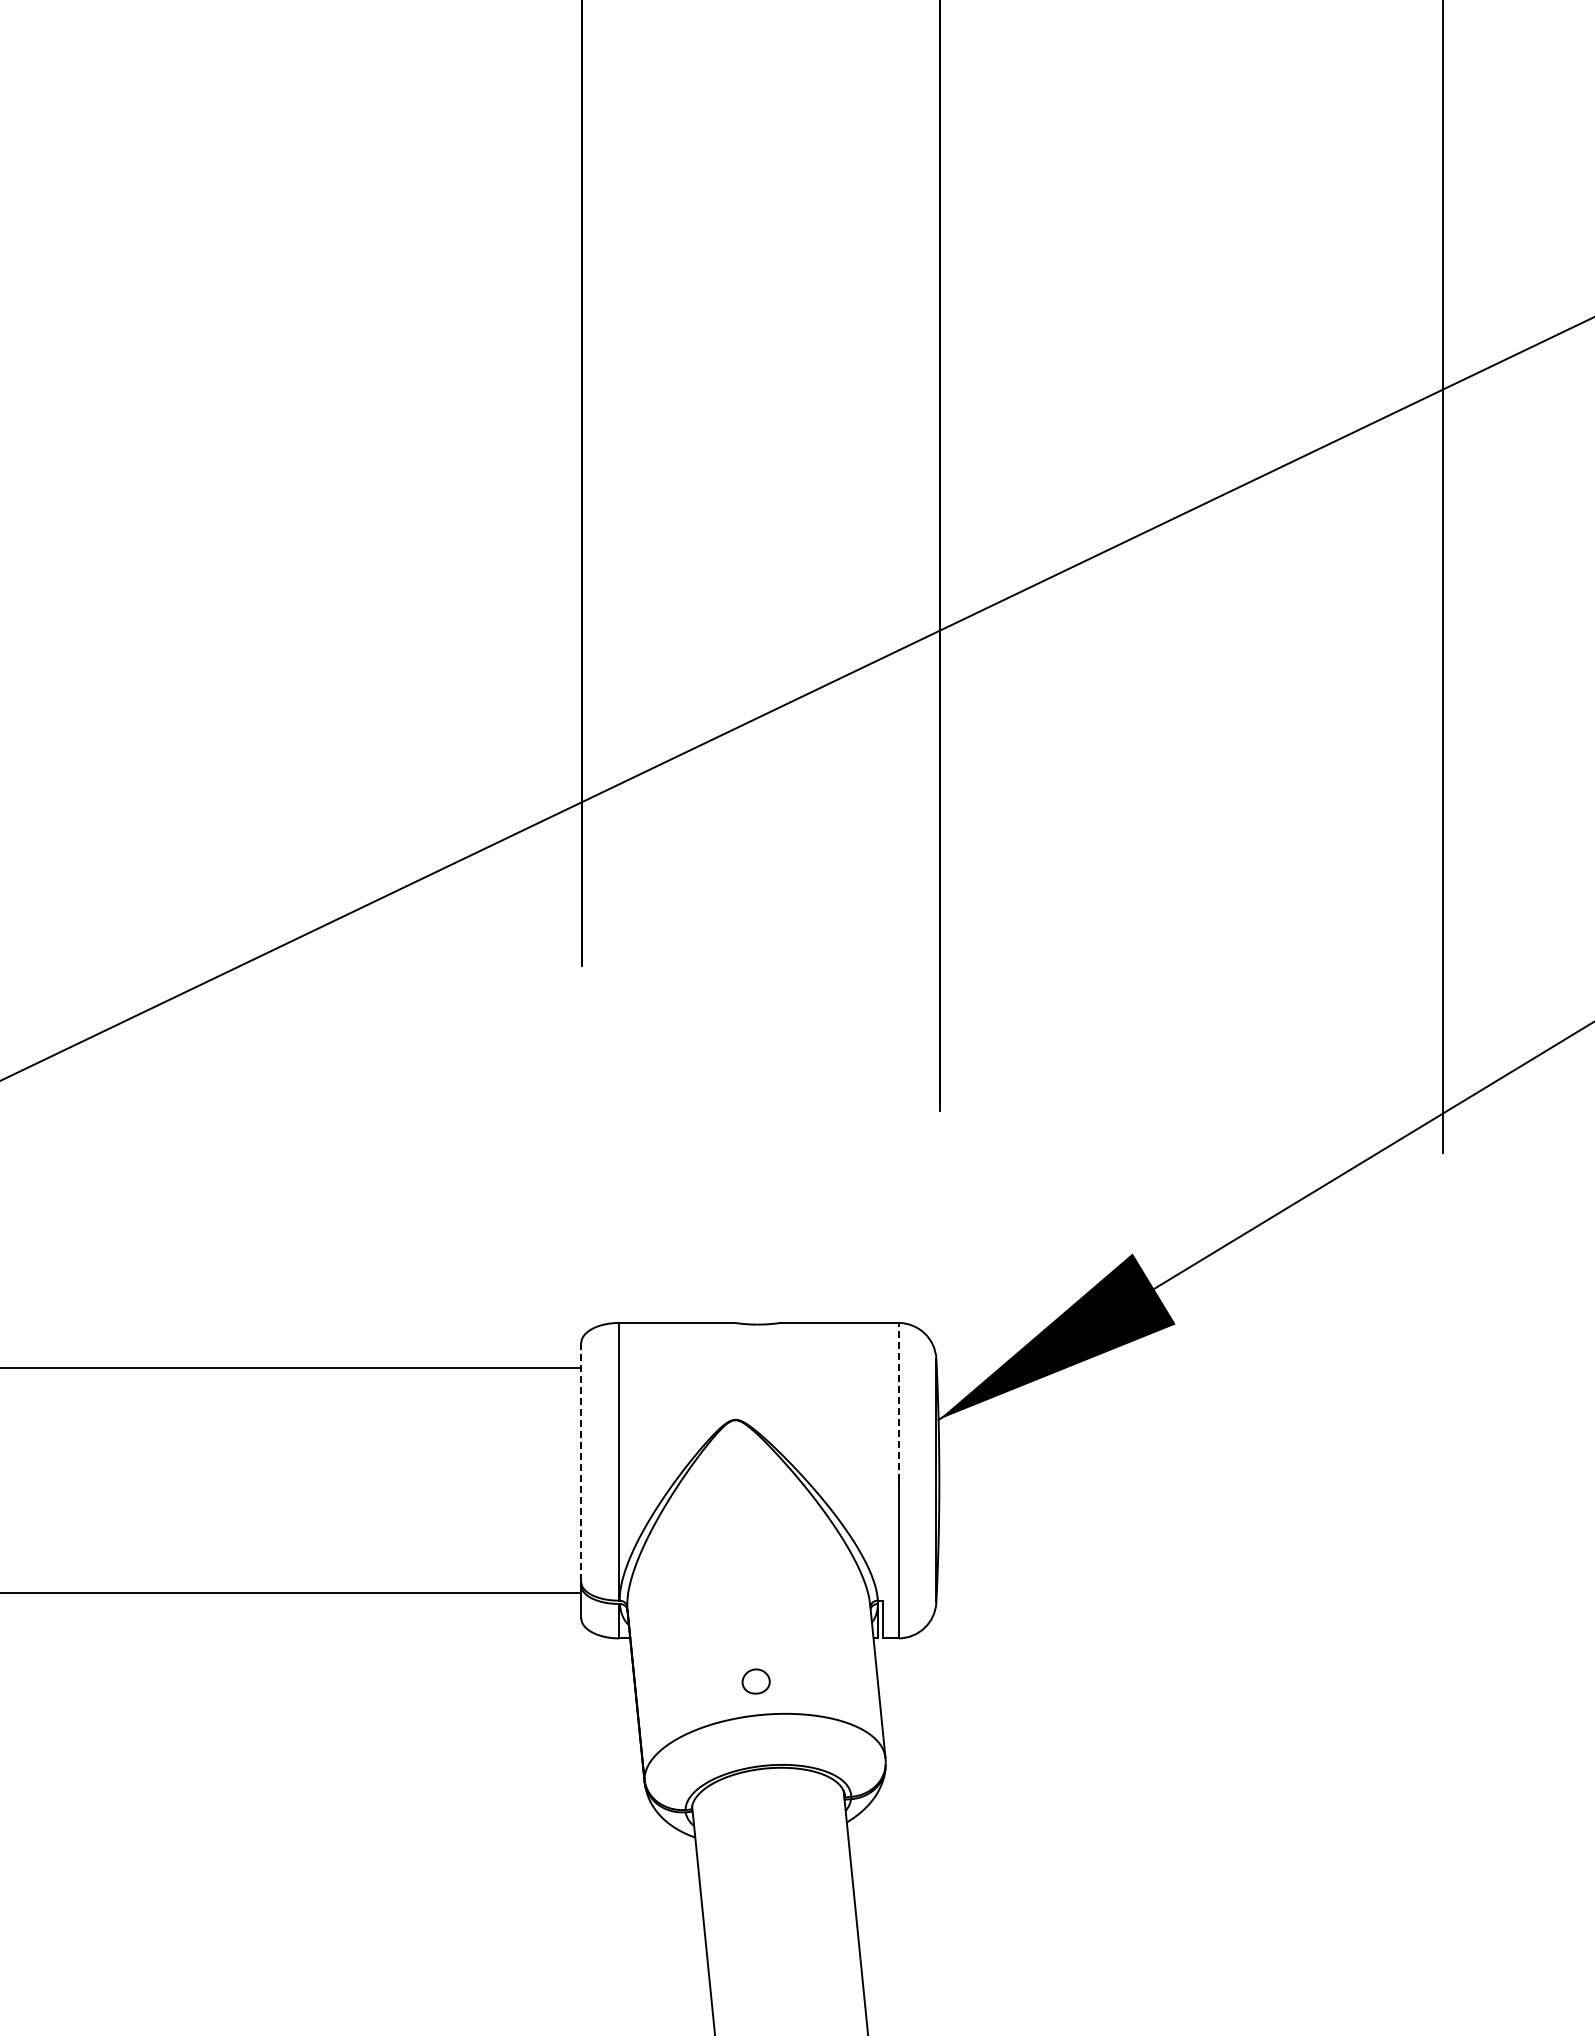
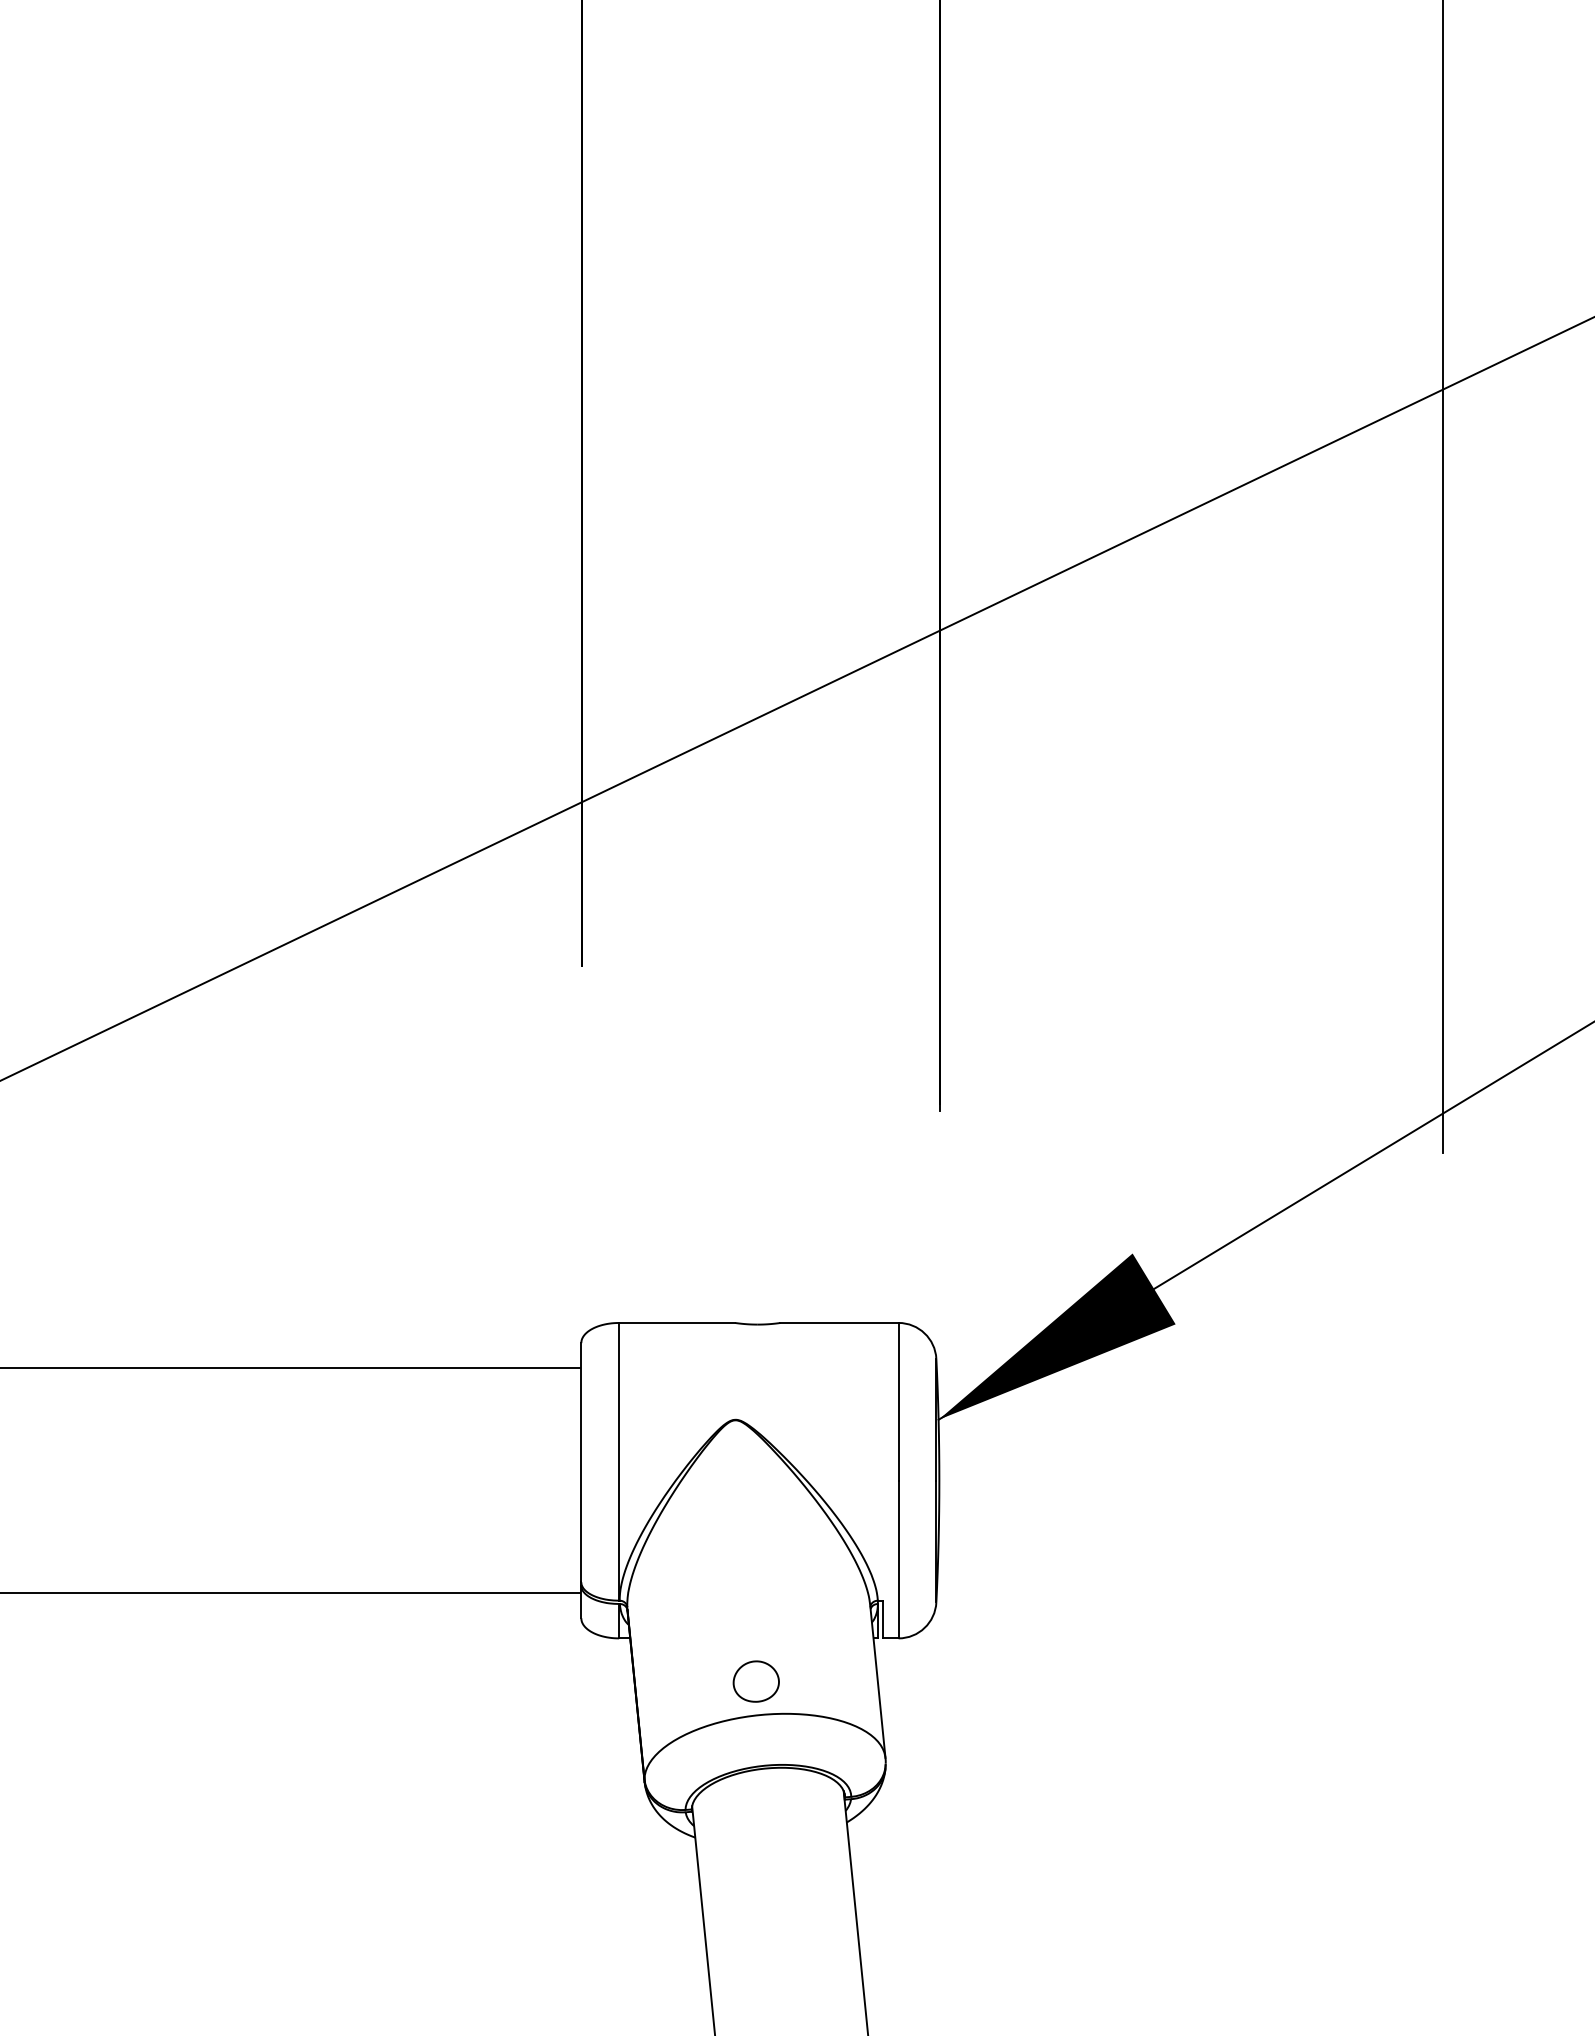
line at (898, 1401): dashed -> solid
line at (581, 1462): dashed -> solid
part at (755, 1681) size: 30x27 px -> 48x43 px
